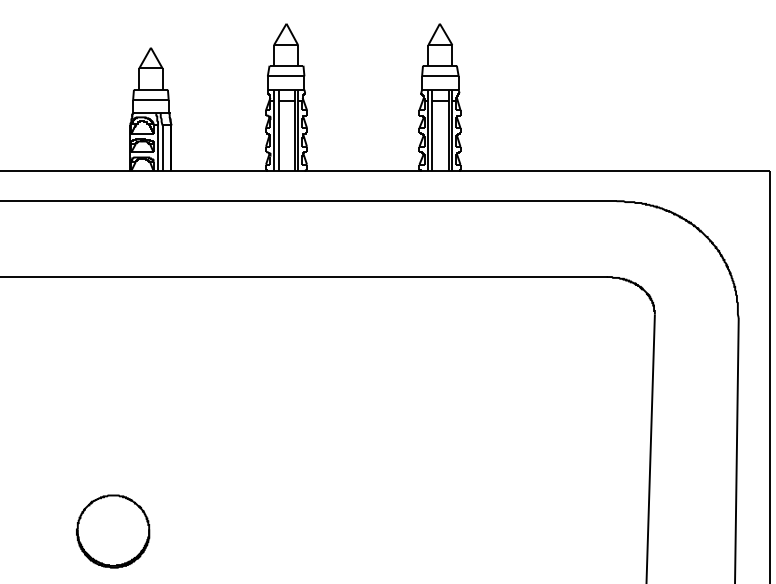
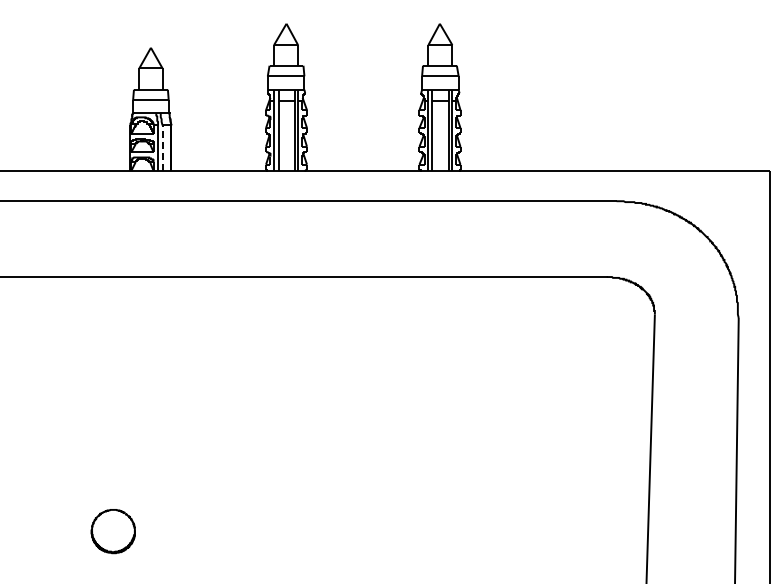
line at (162, 148): solid -> dashed
part at (113, 531) size: 75x75 px -> 46x46 px
